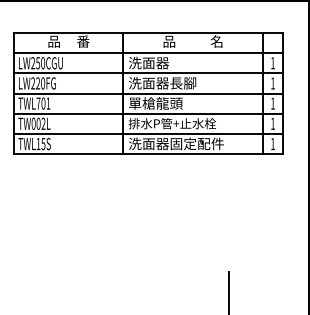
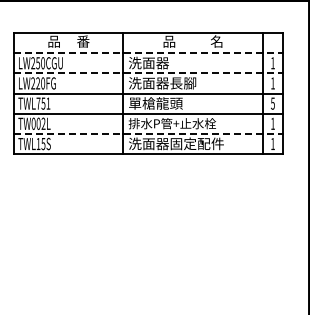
line at (148, 53): solid -> dashed
line at (148, 73): solid -> dashed
text at (43, 103): TWL701 -> TWL751
text at (272, 103): 1 -> 5
line at (148, 133): solid -> dashed
line at (228, 291): present -> none
